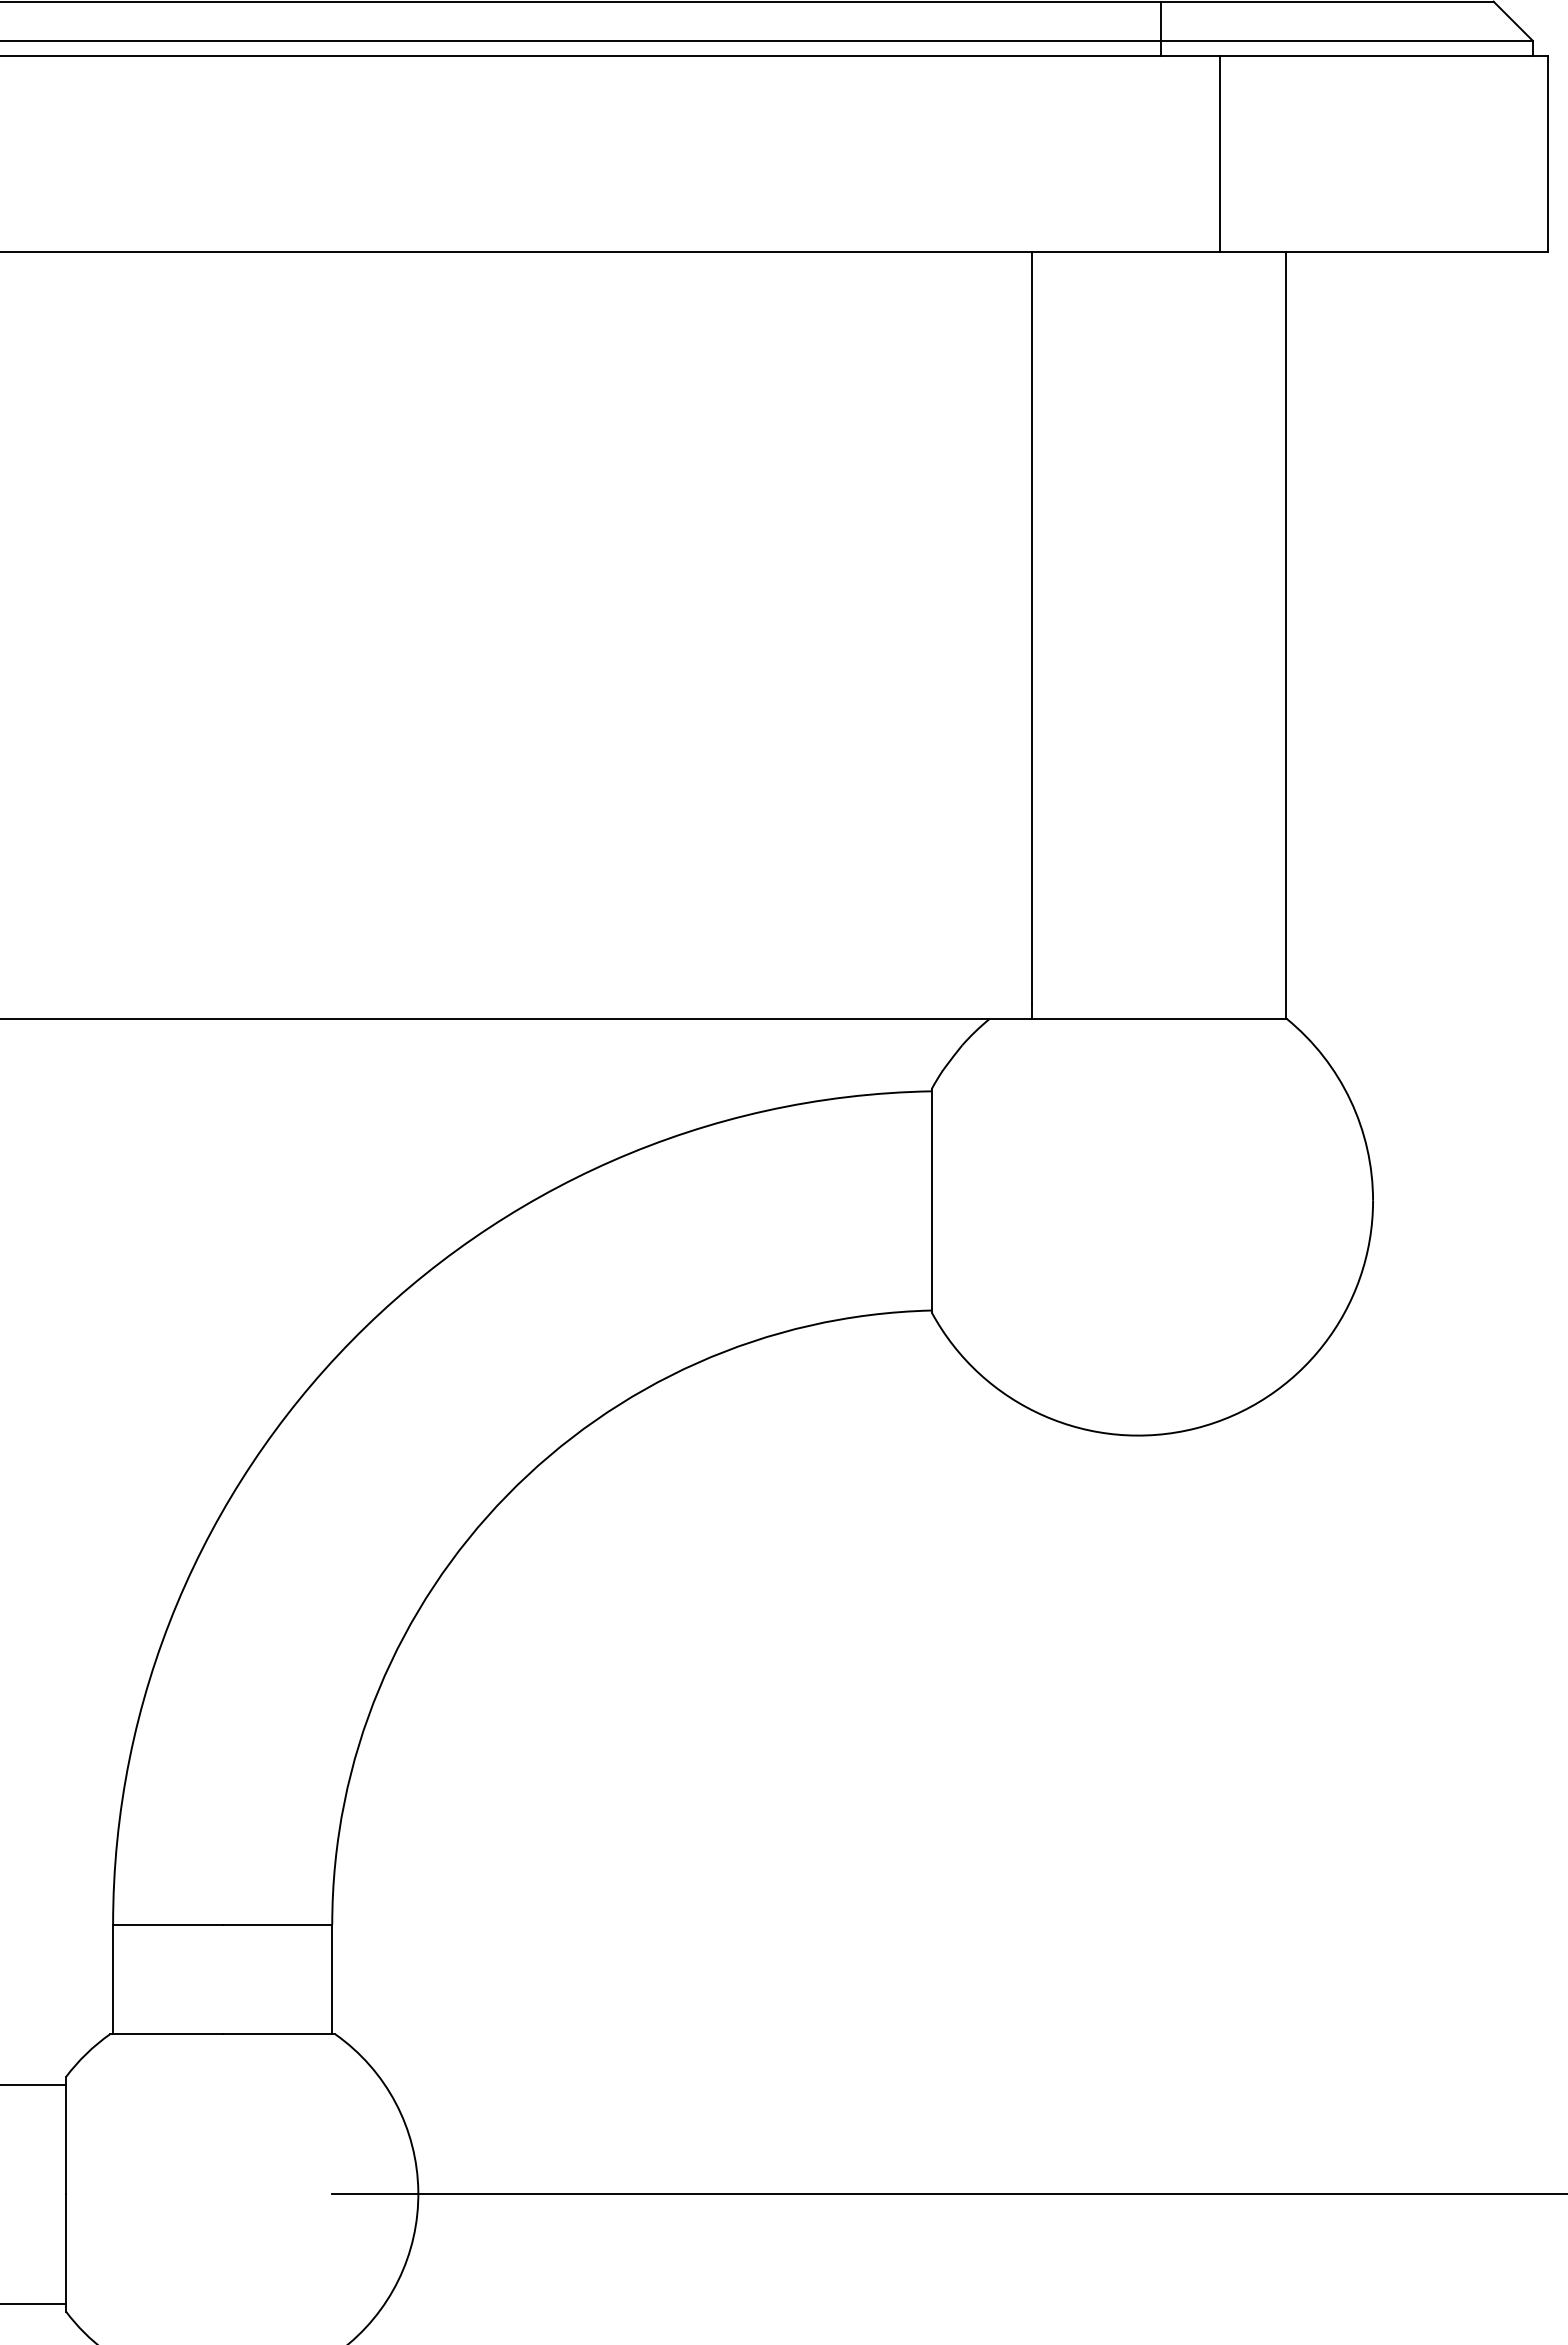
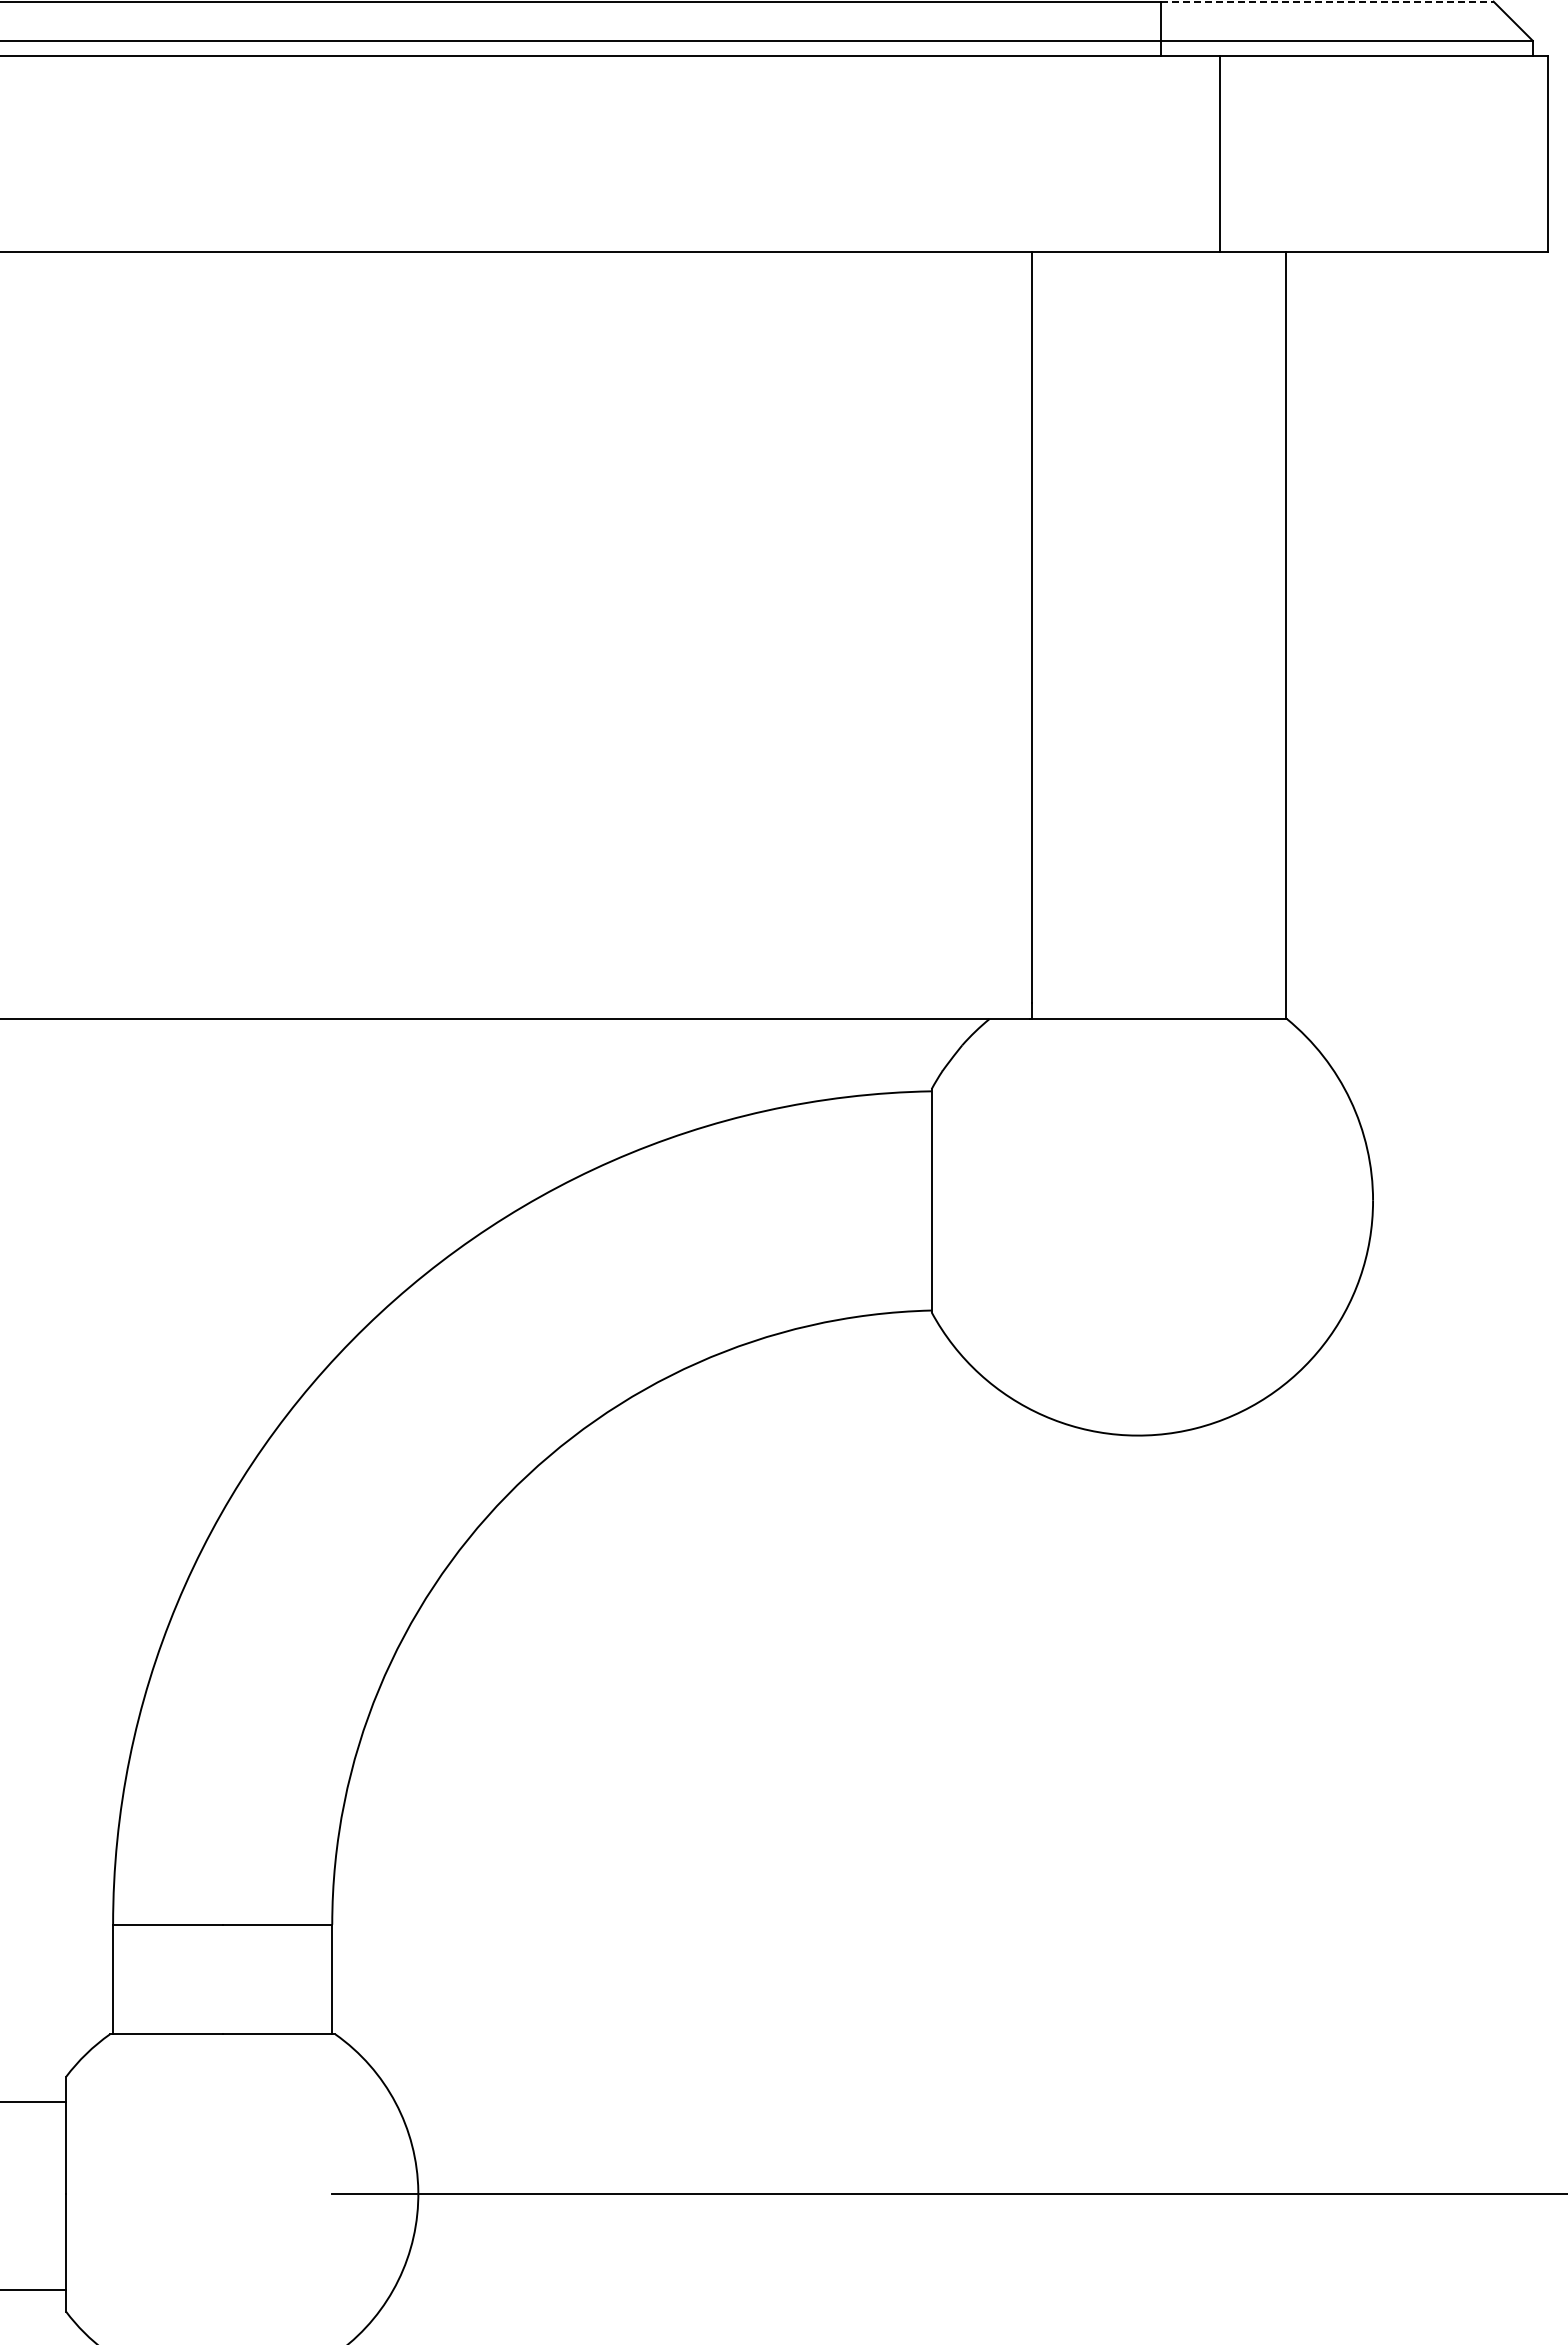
line at (1327, 1): solid -> dashed
line at (34, 2084) position: (34, 2084) -> (34, 2101)
line at (34, 2303) position: (34, 2303) -> (34, 2289)
